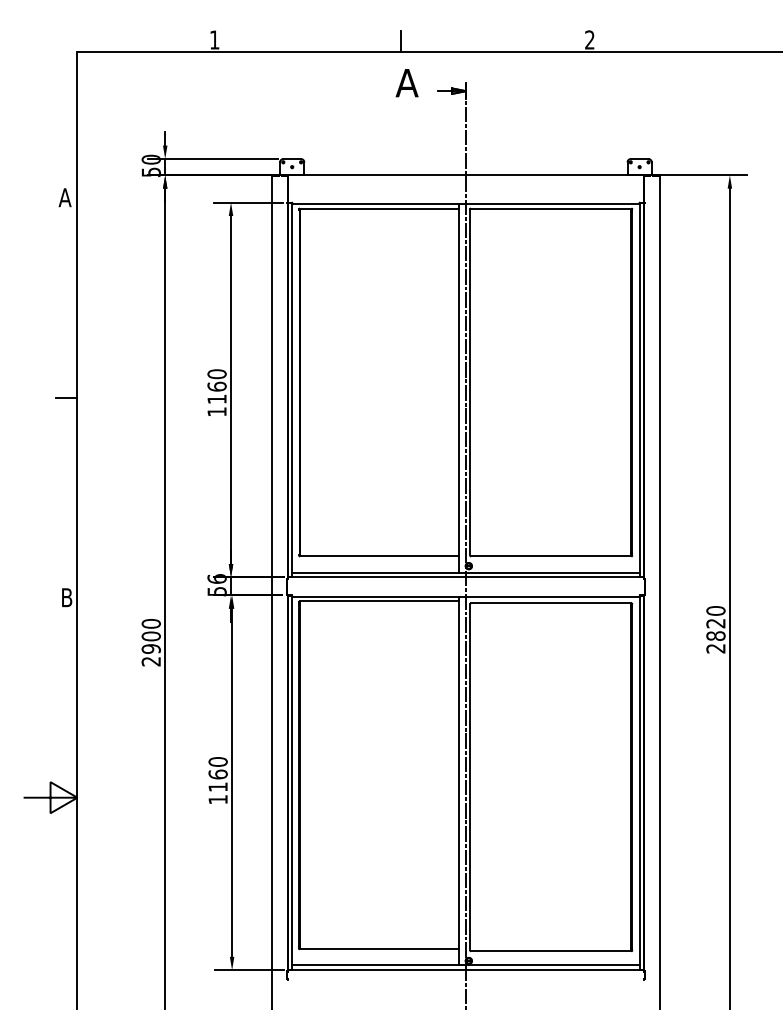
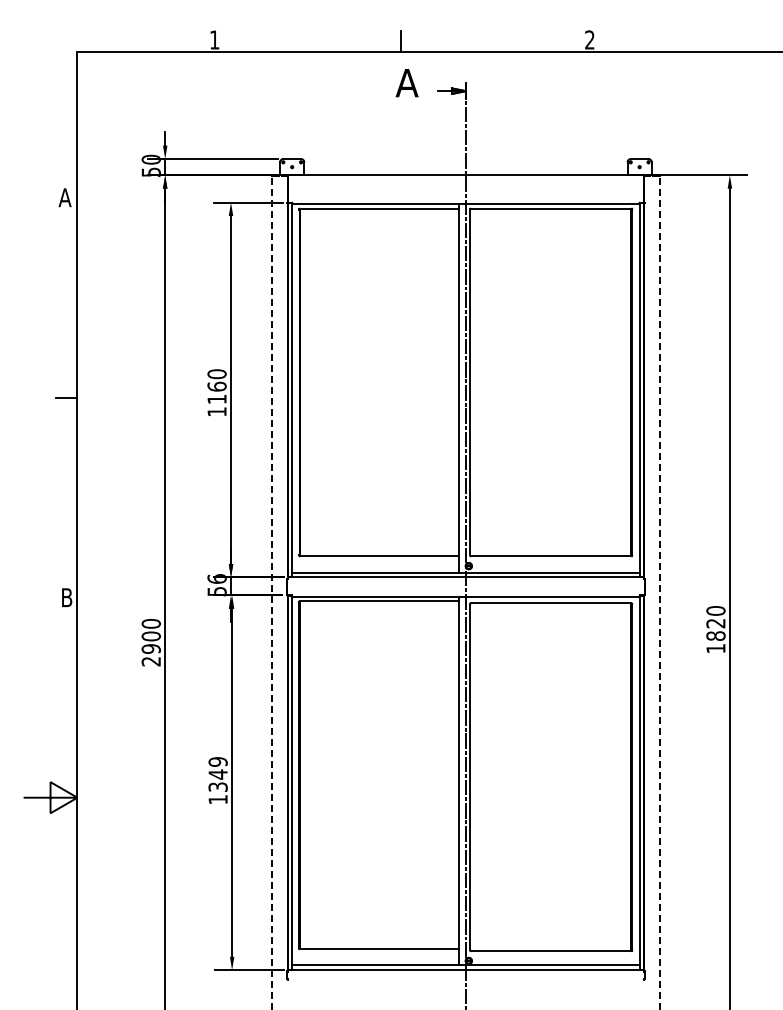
line at (272, 592): solid -> dashed
line at (659, 592): solid -> dashed
text at (715, 648): 2820 -> 1820
text at (217, 774): 1160 -> 1349
